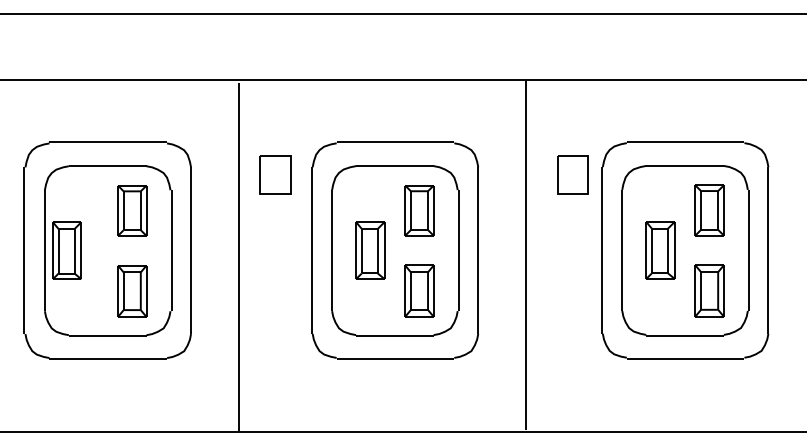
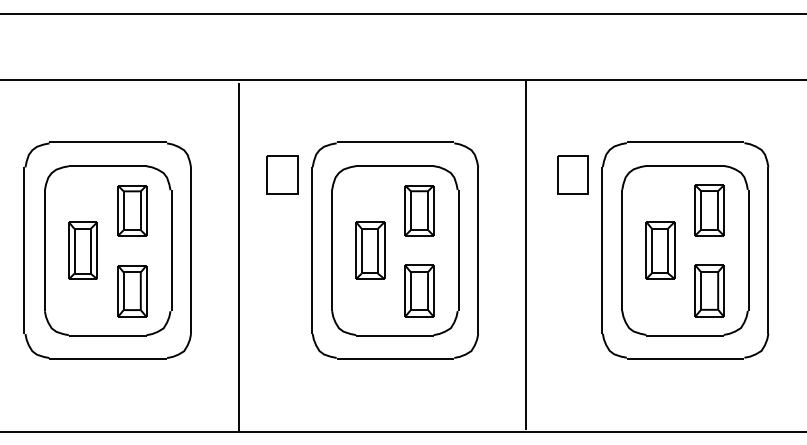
part at (275, 174) position: (275, 174) -> (282, 174)
part at (66, 250) position: (66, 250) -> (82, 250)
